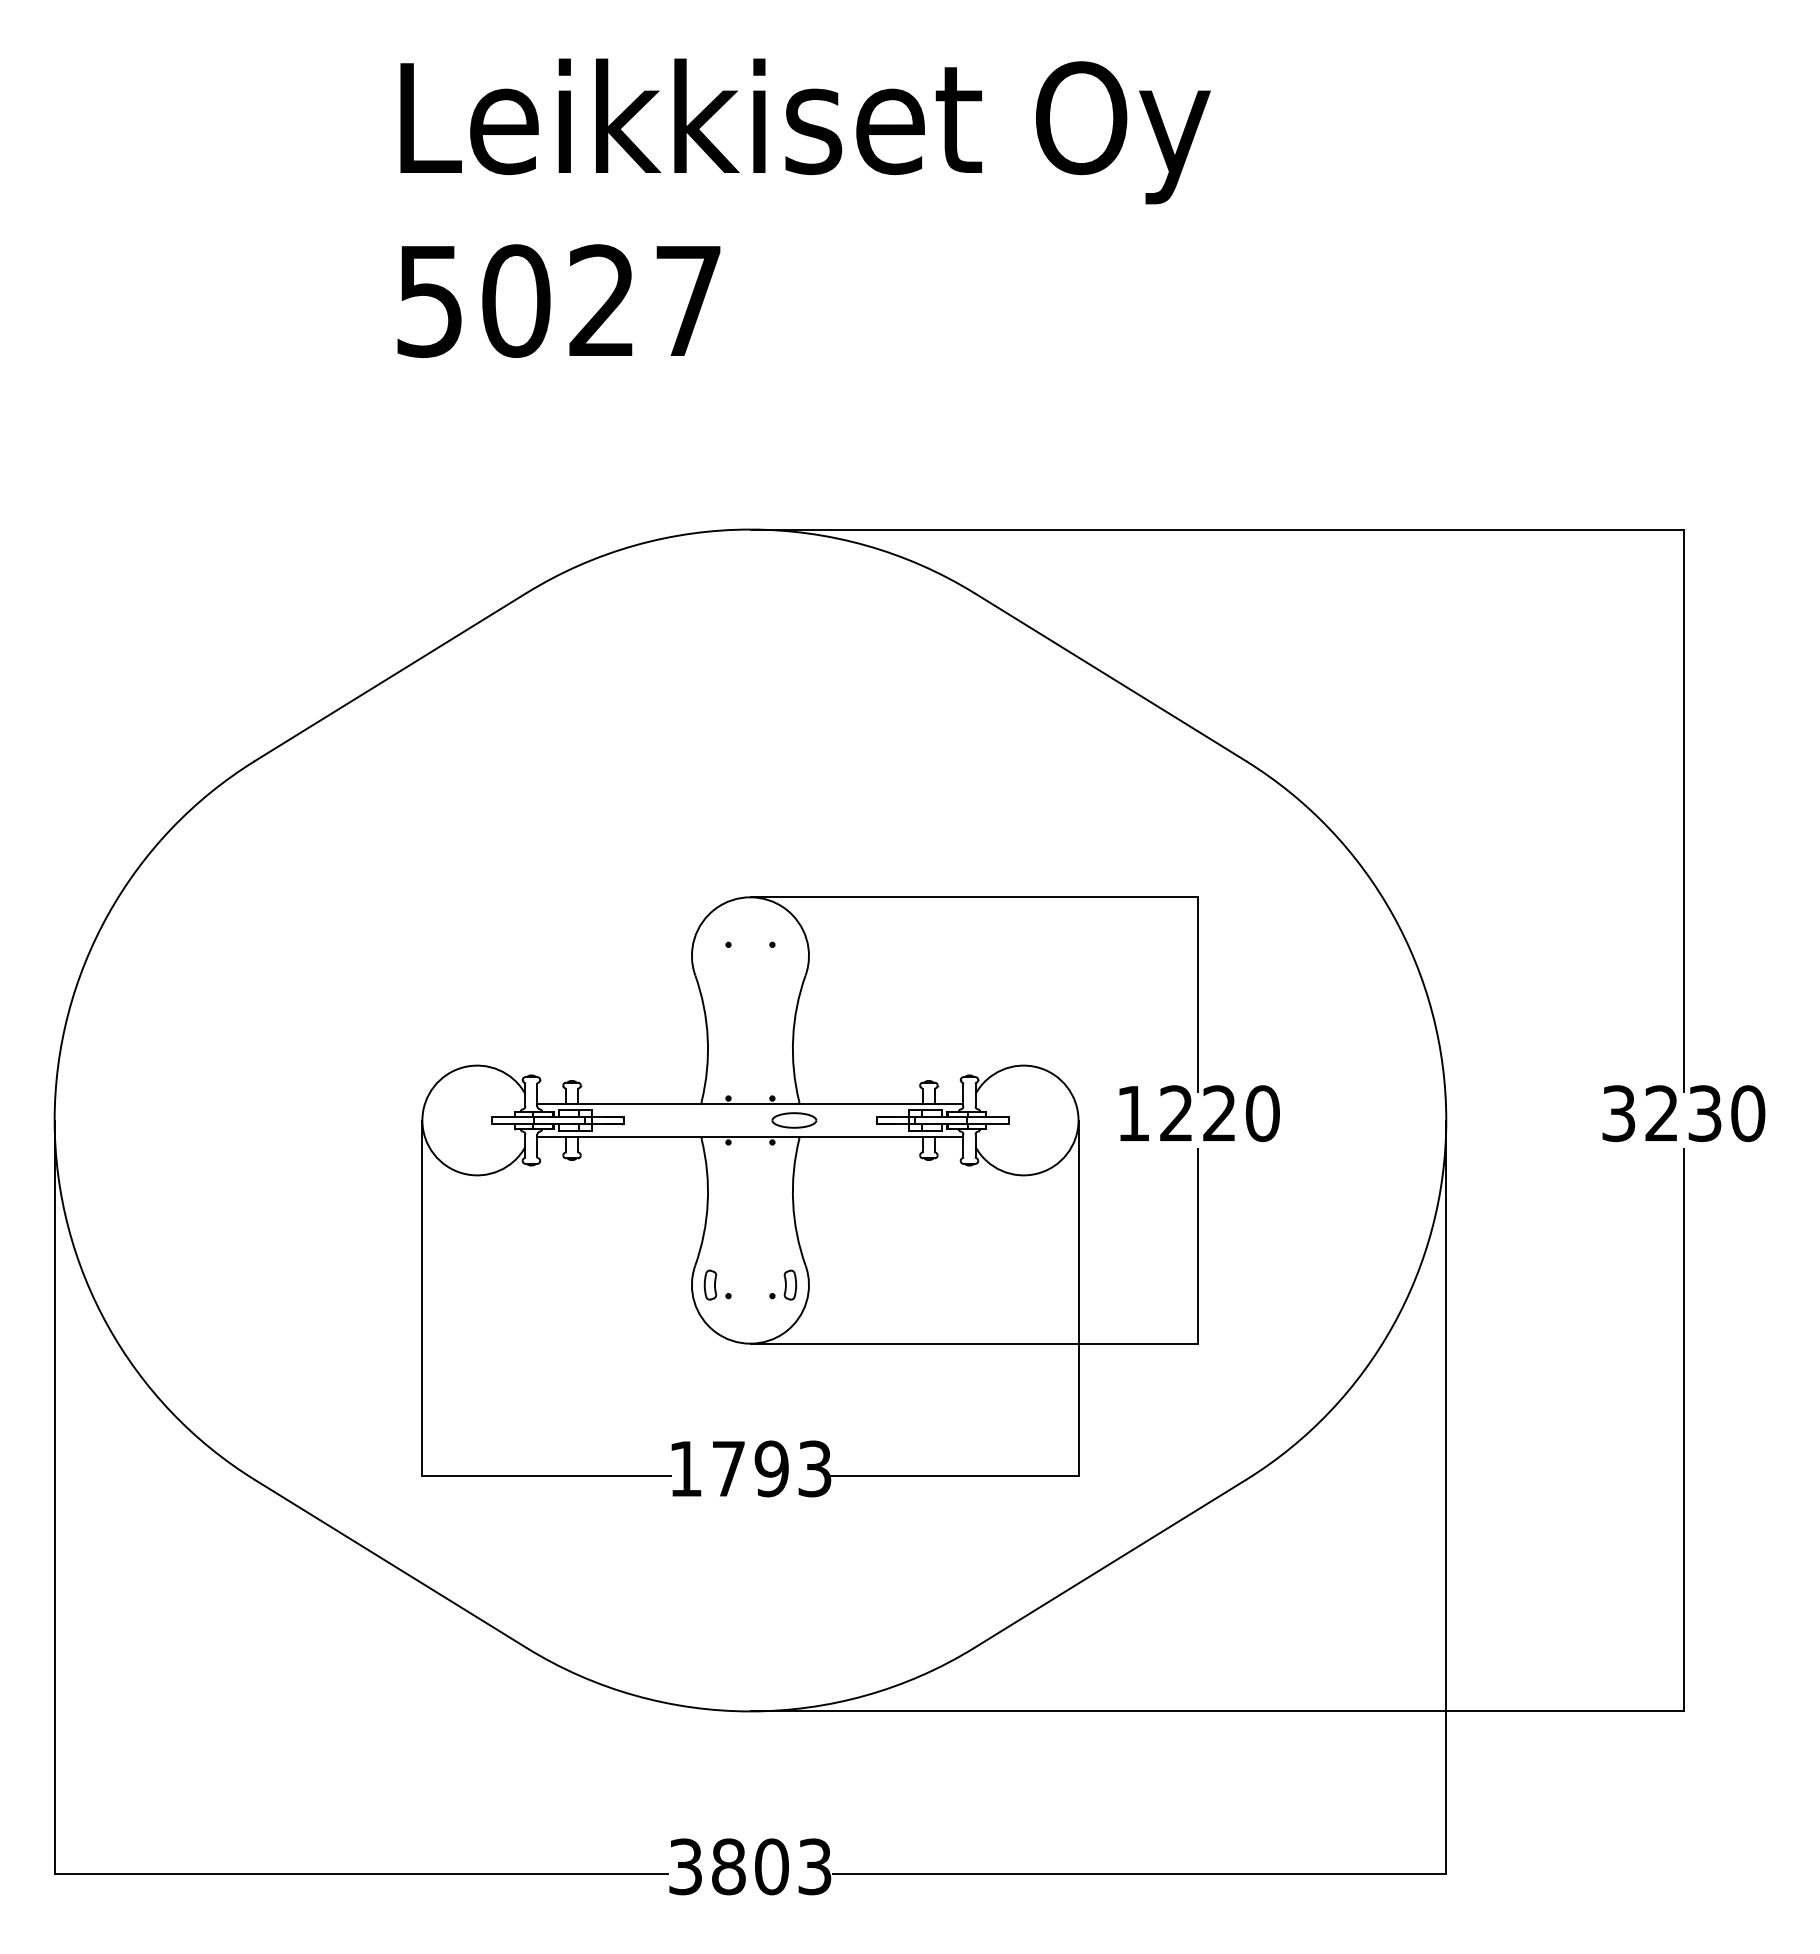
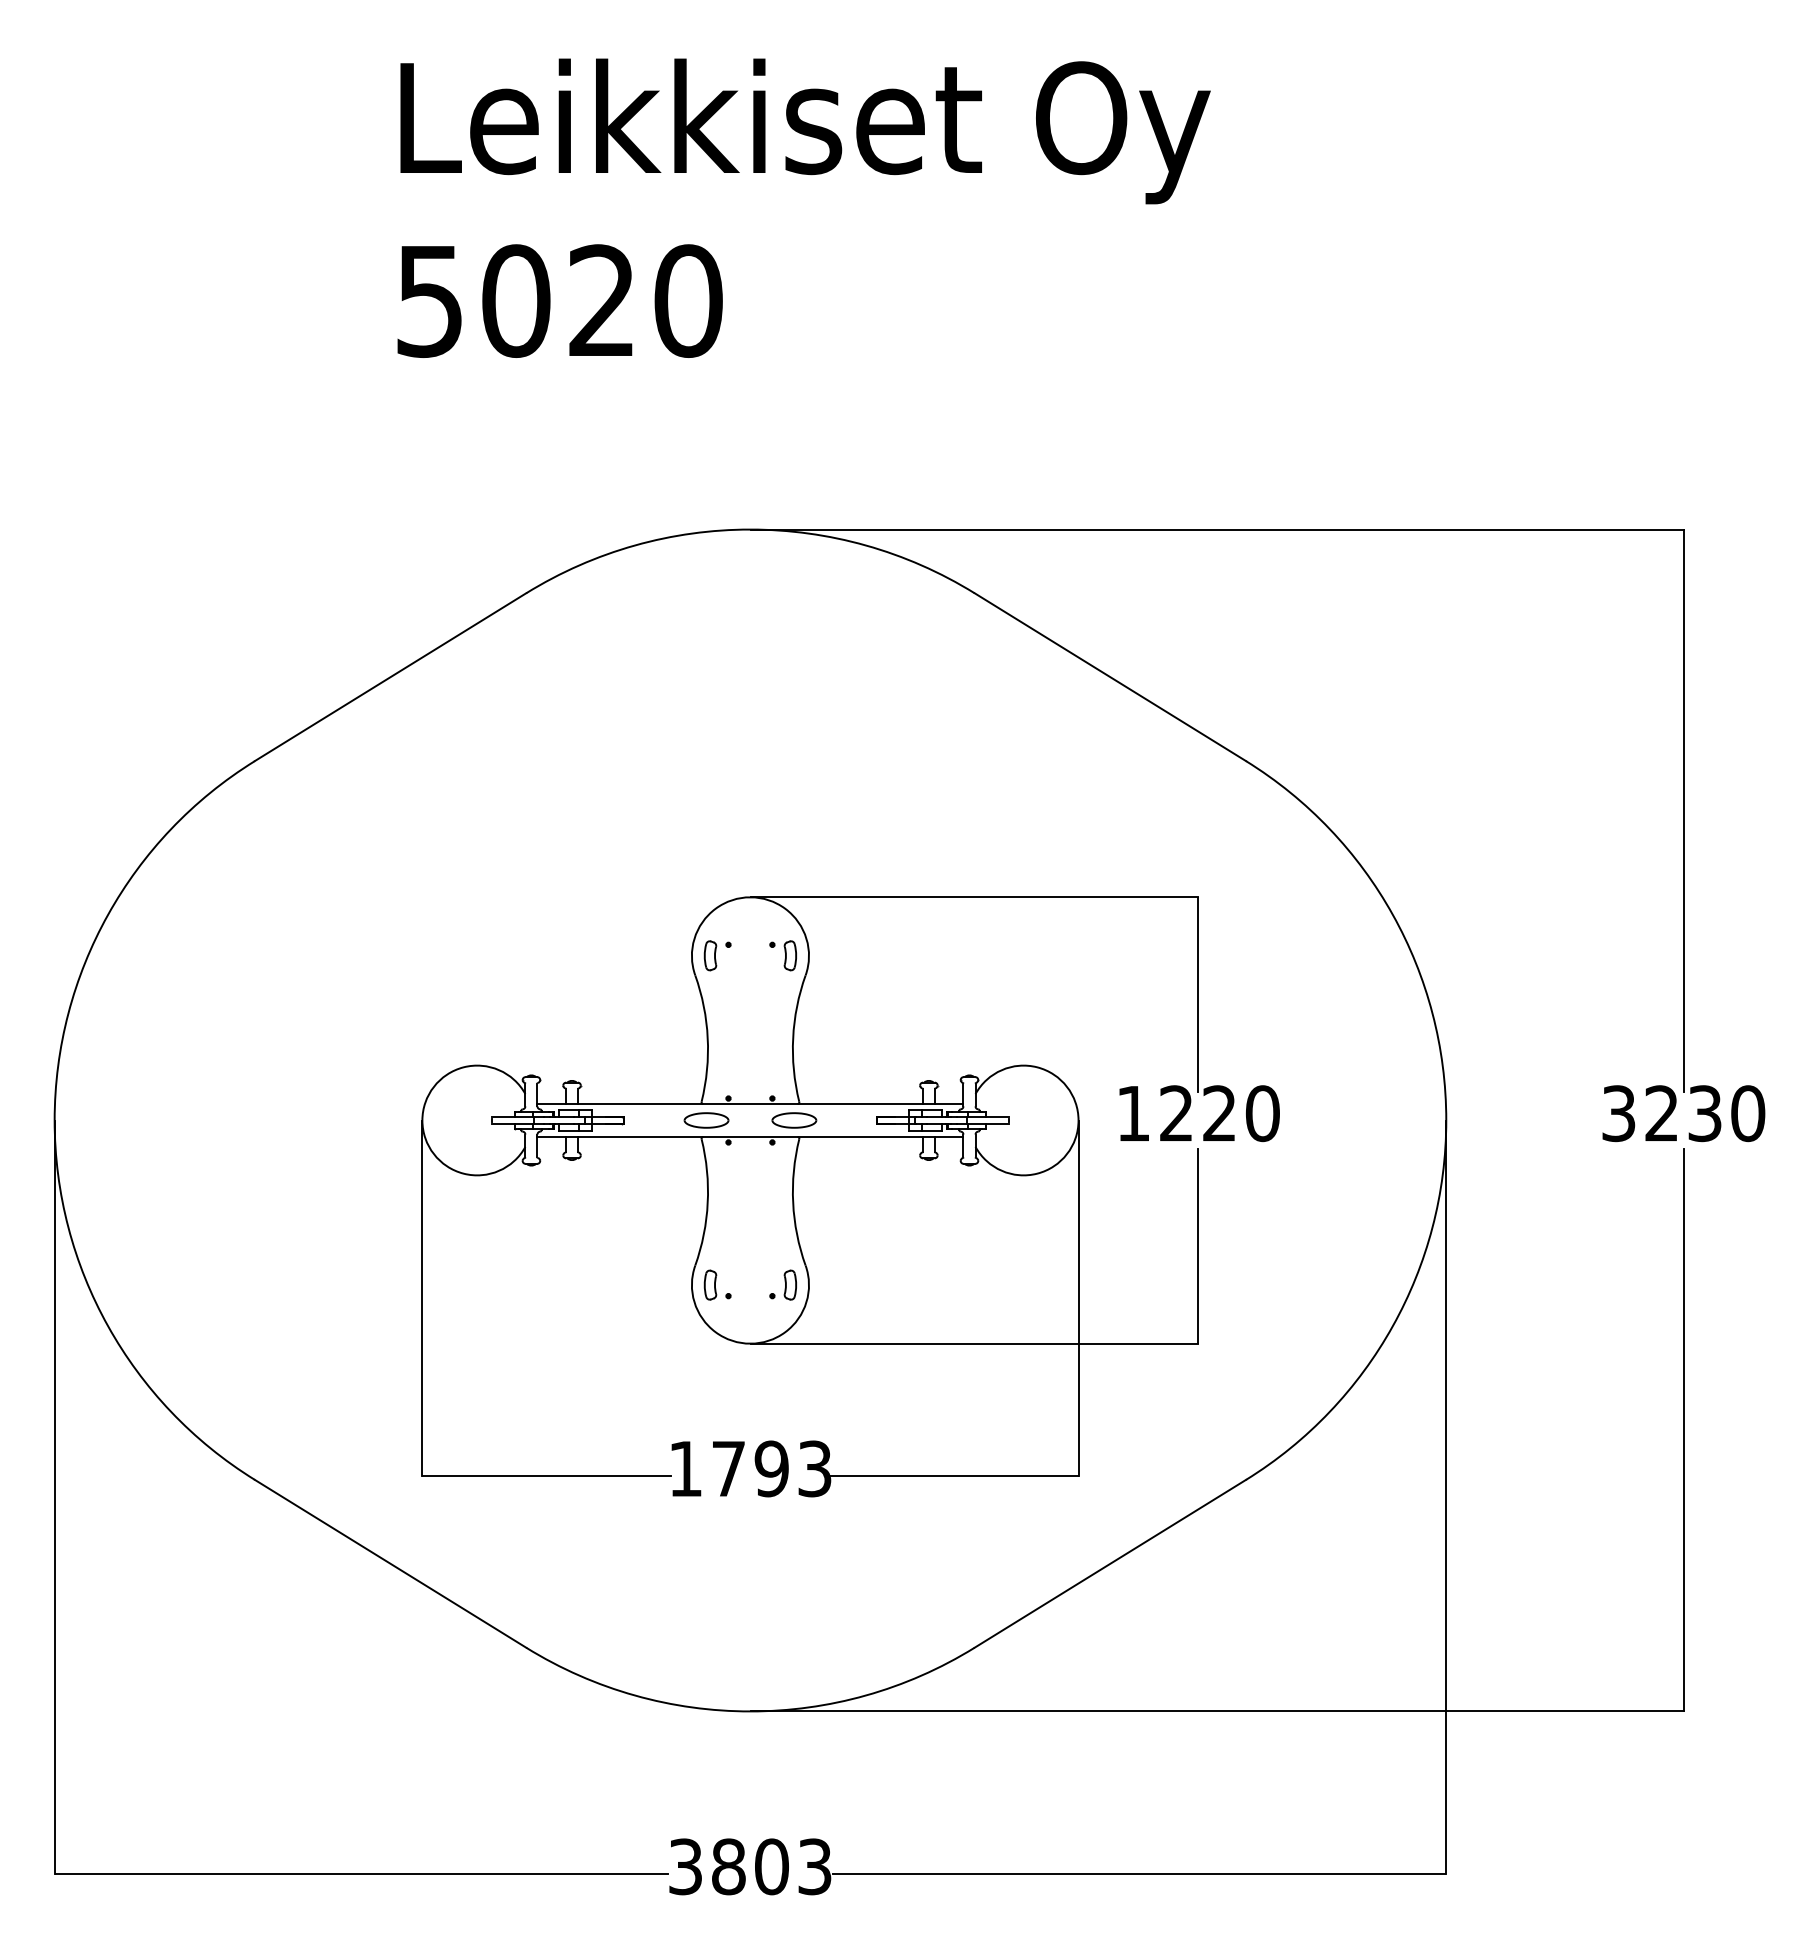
text at (688, 300): 5027 -> 5020
part at (710, 955): none -> present
part at (789, 955): none -> present
part at (706, 1120): none -> present
